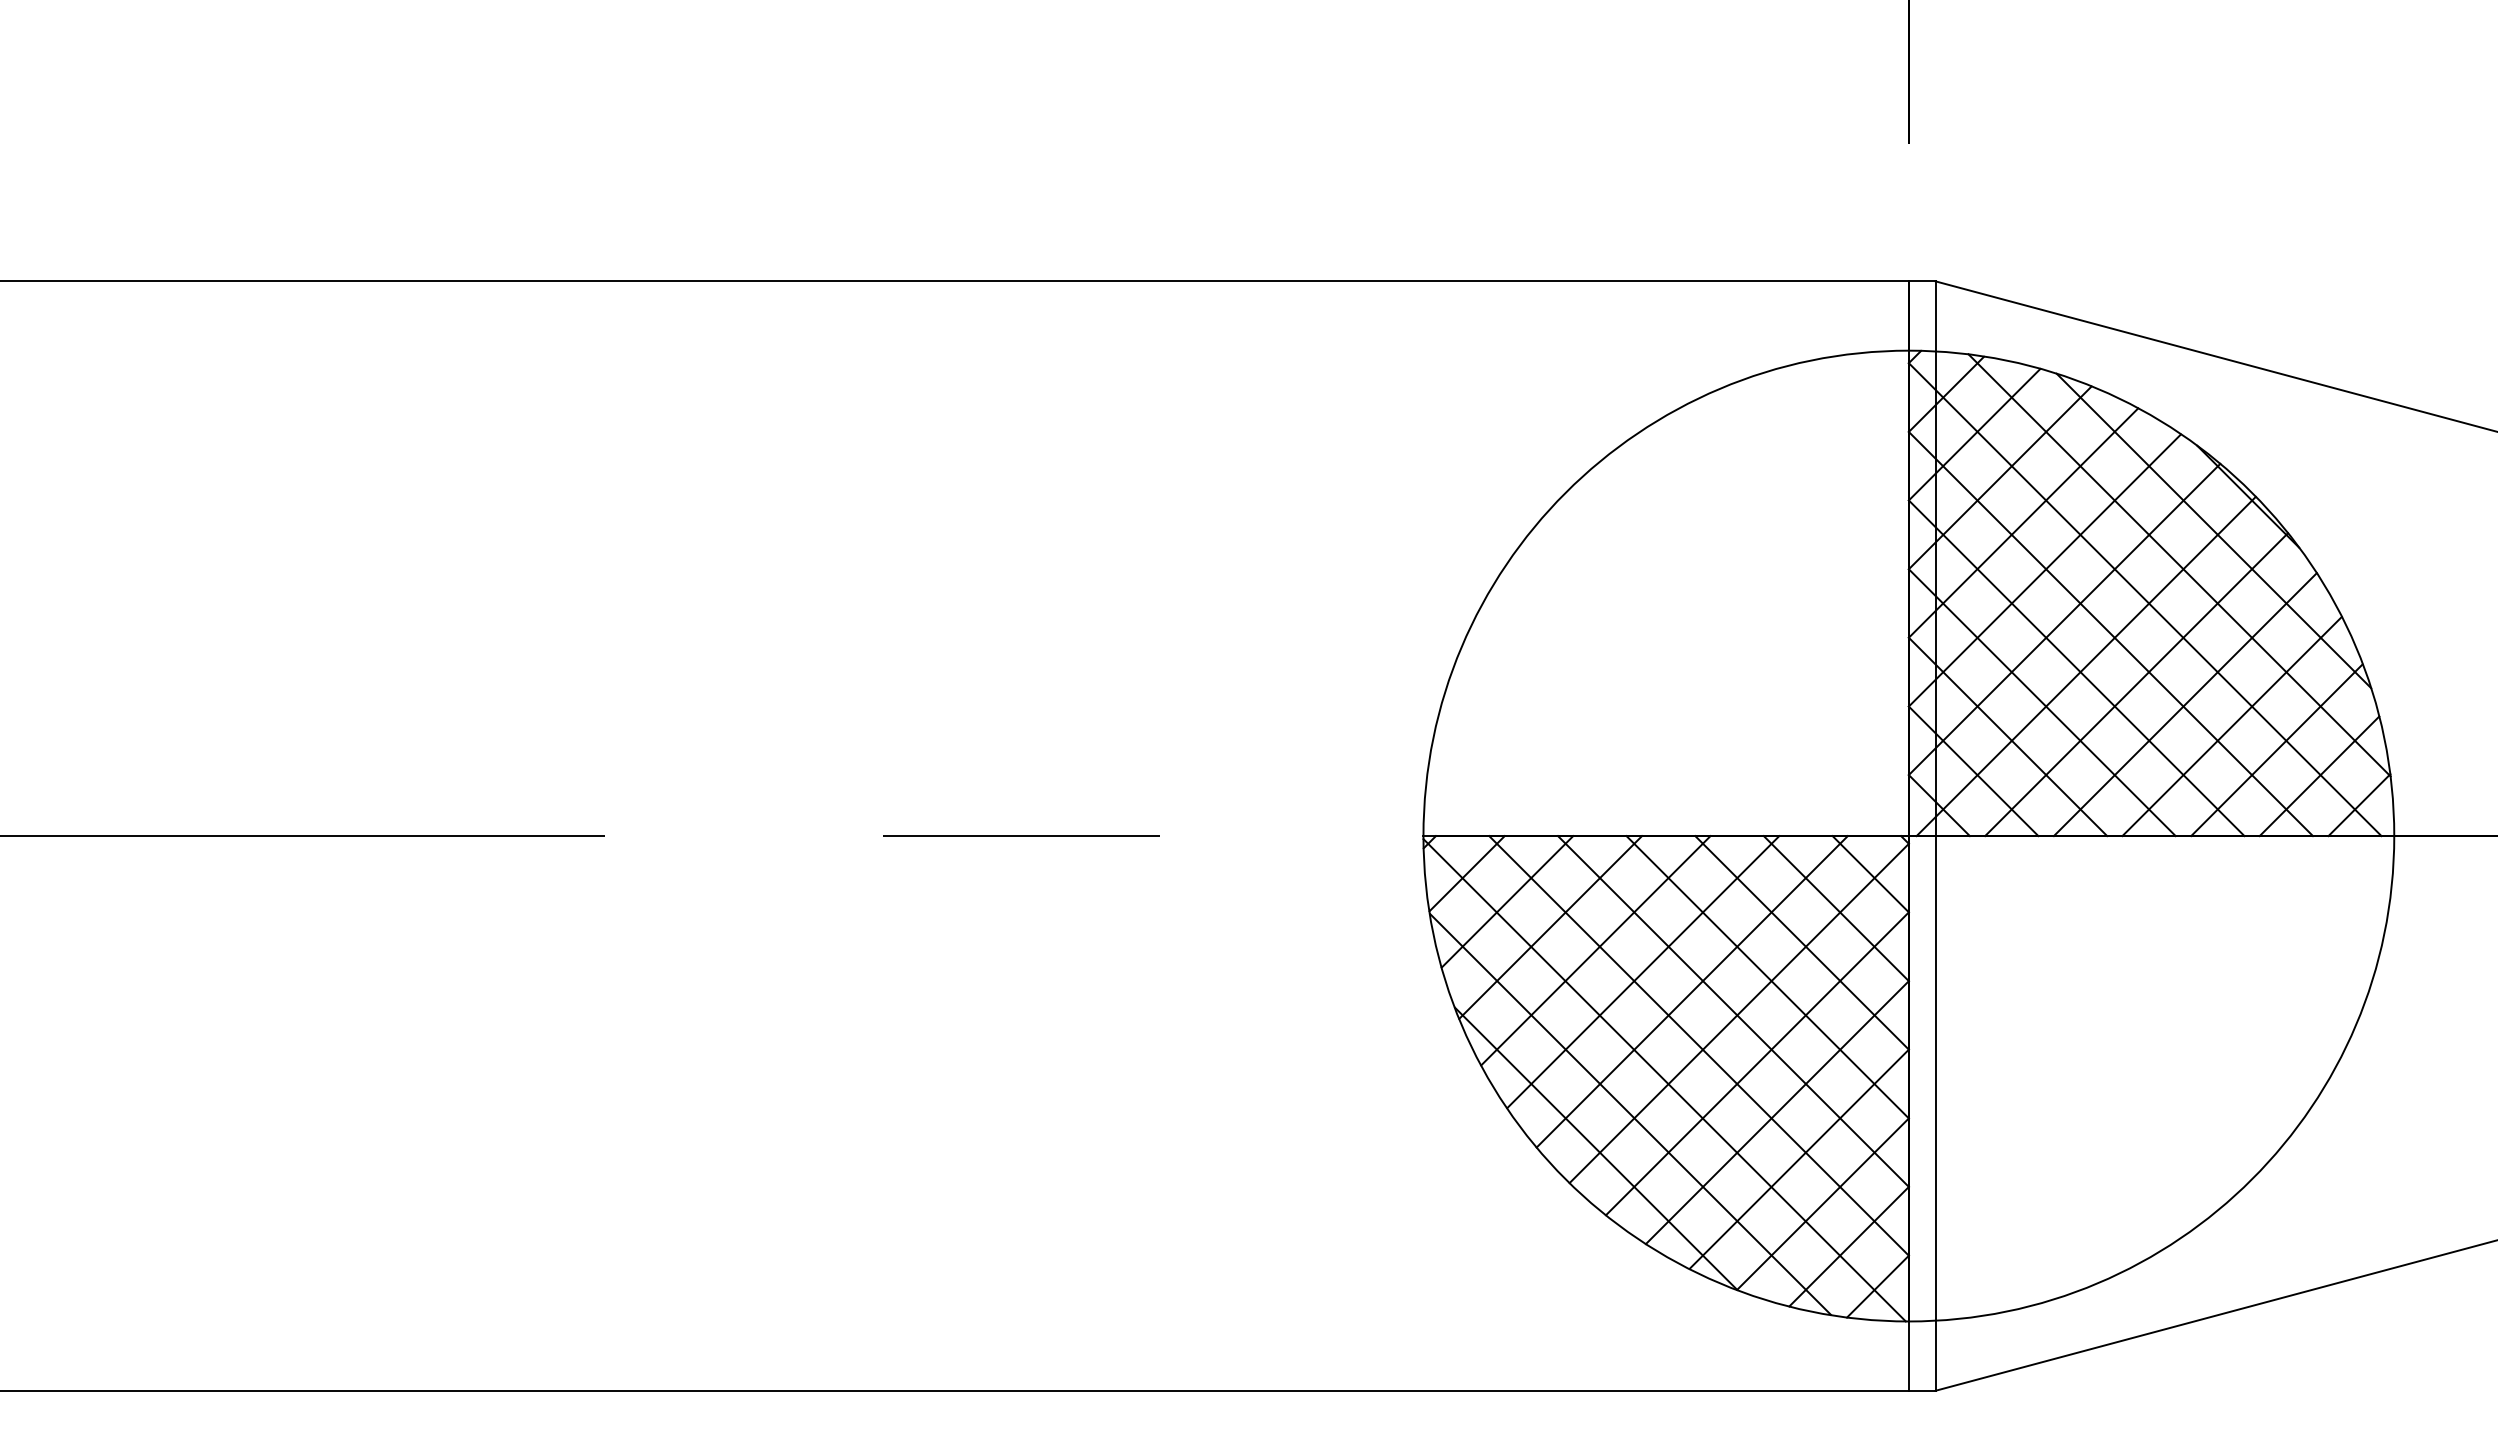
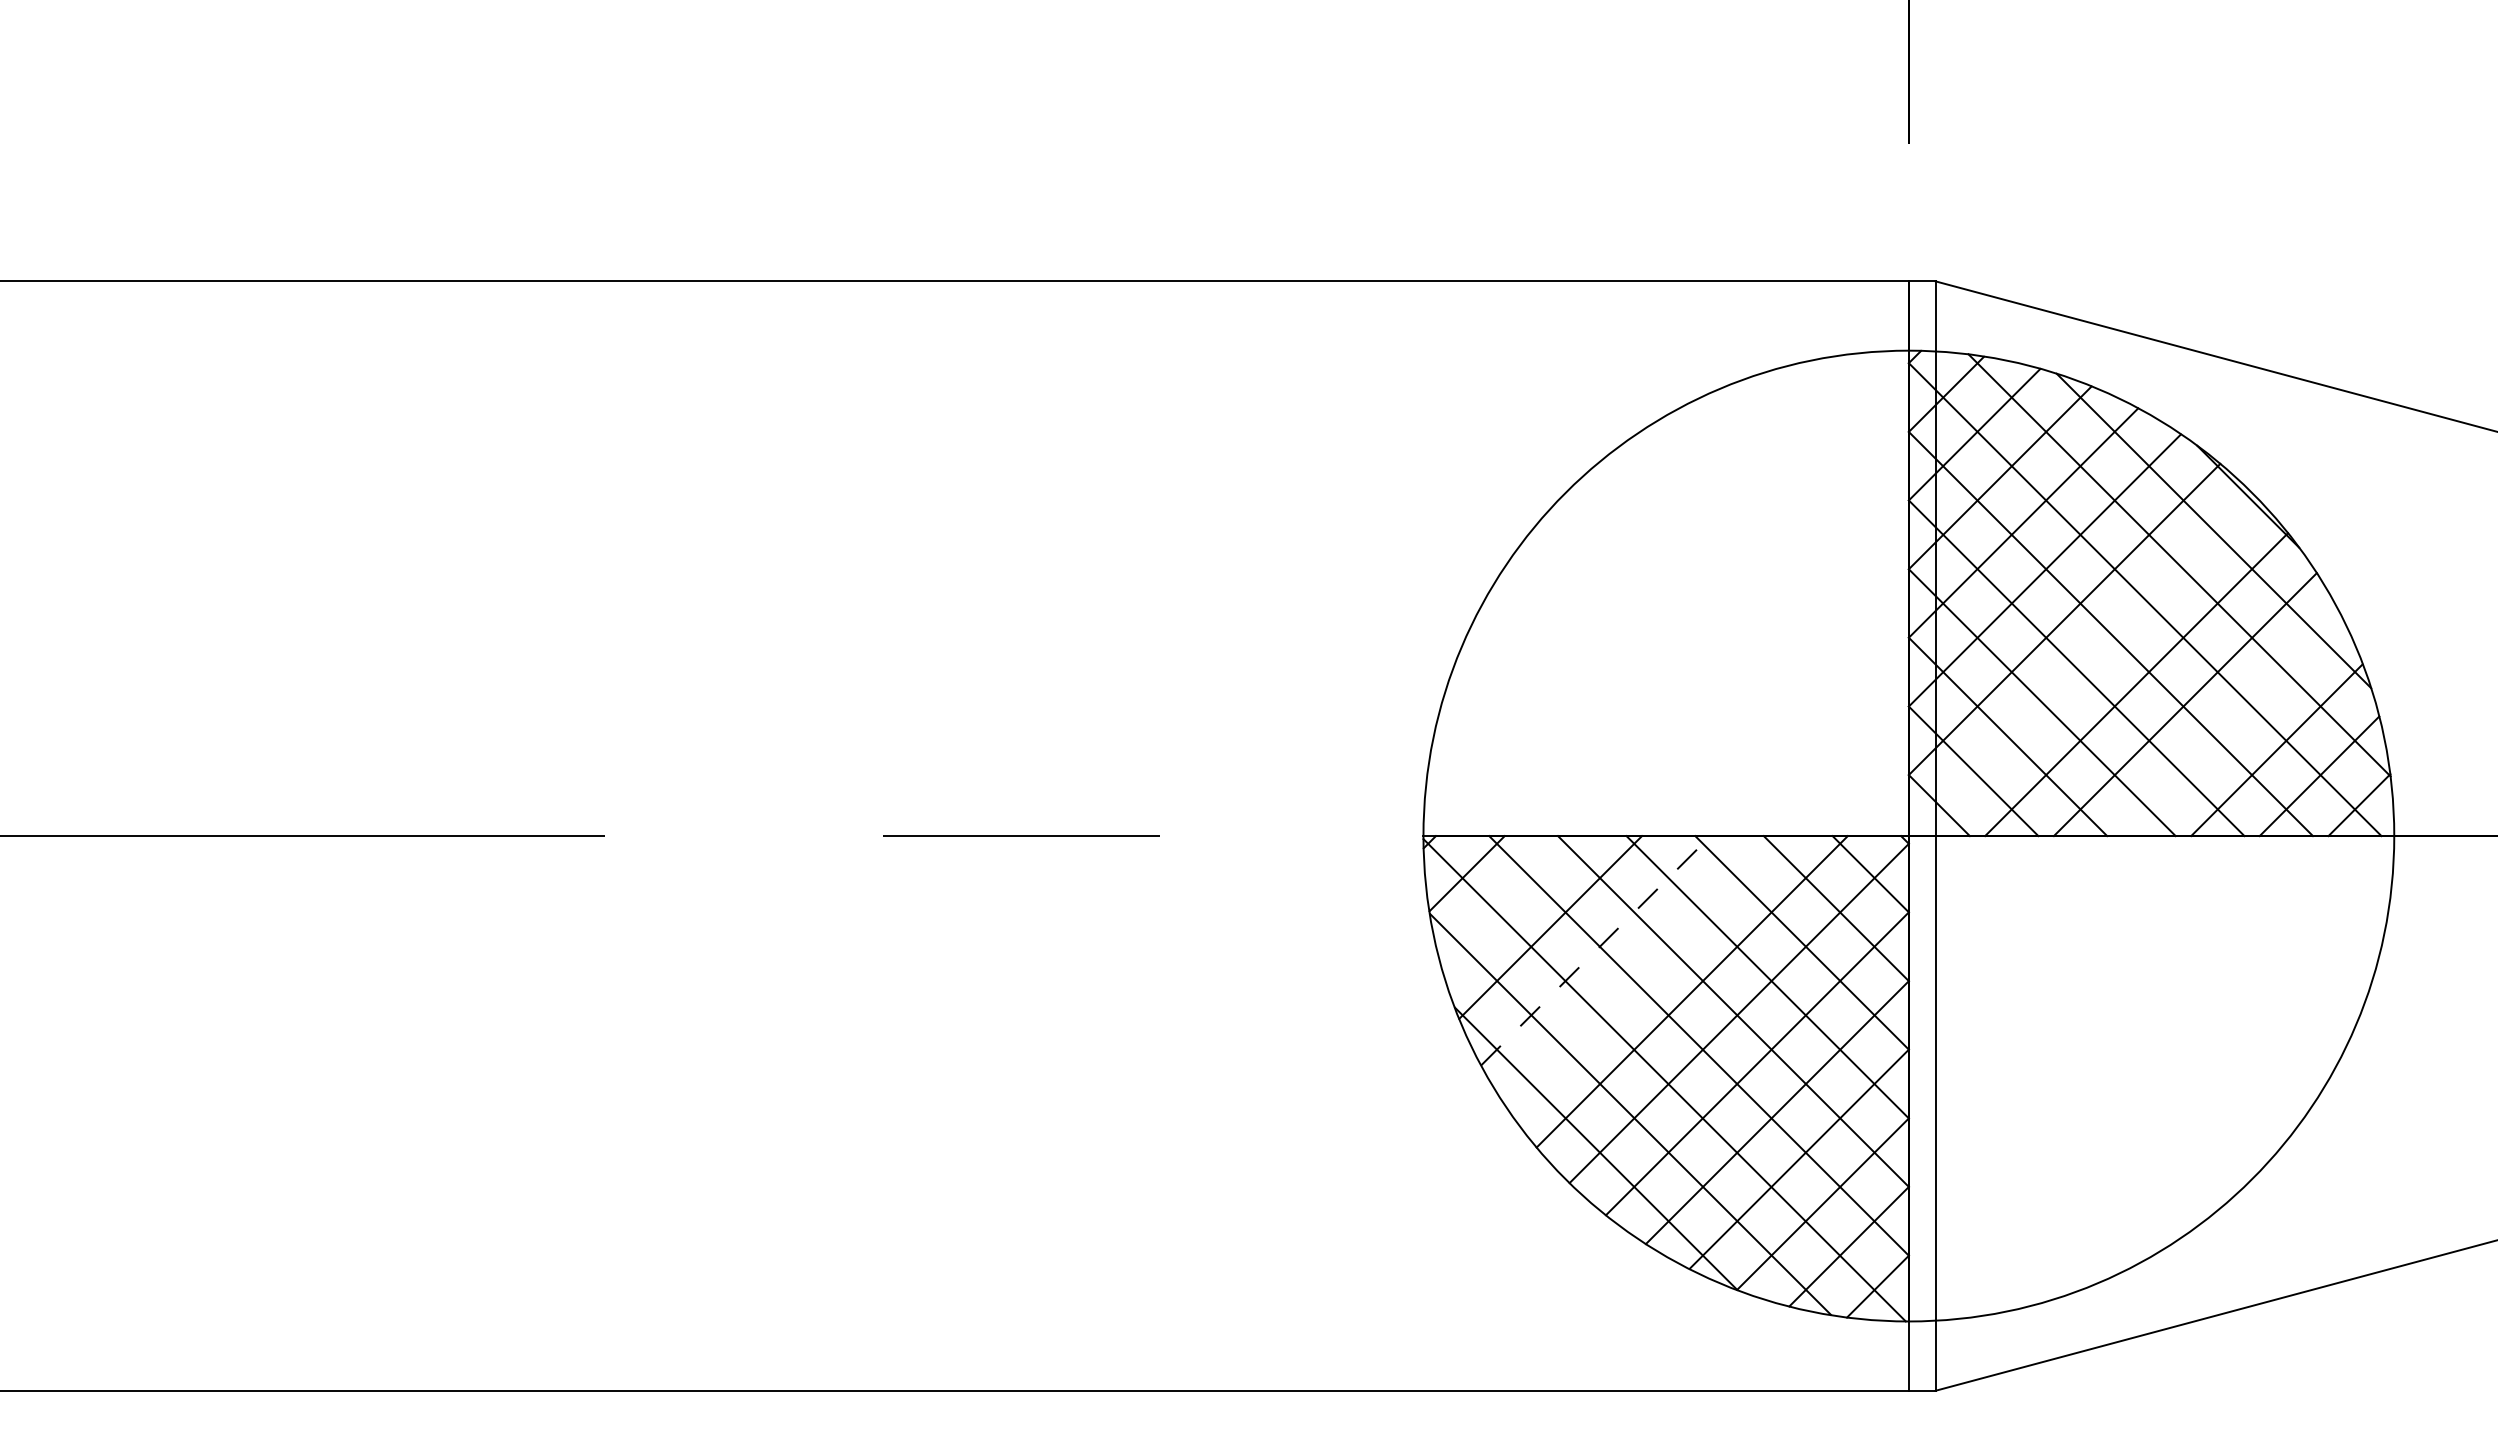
line at (2085, 666): present -> none
line at (2231, 726): present -> none
line at (1507, 901): present -> none
line at (1596, 950): solid -> dashed
line at (1643, 972): present -> none
